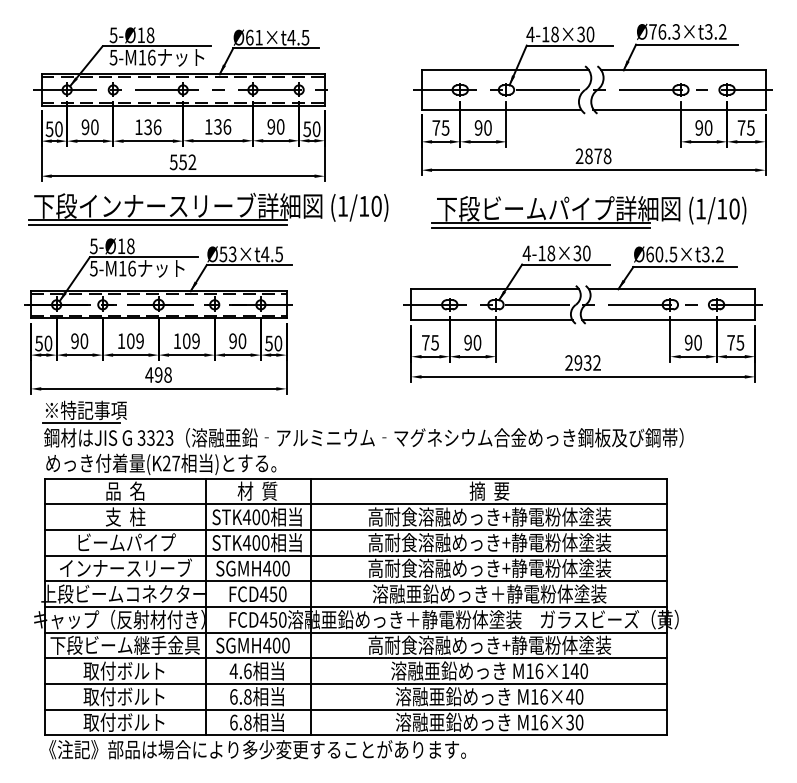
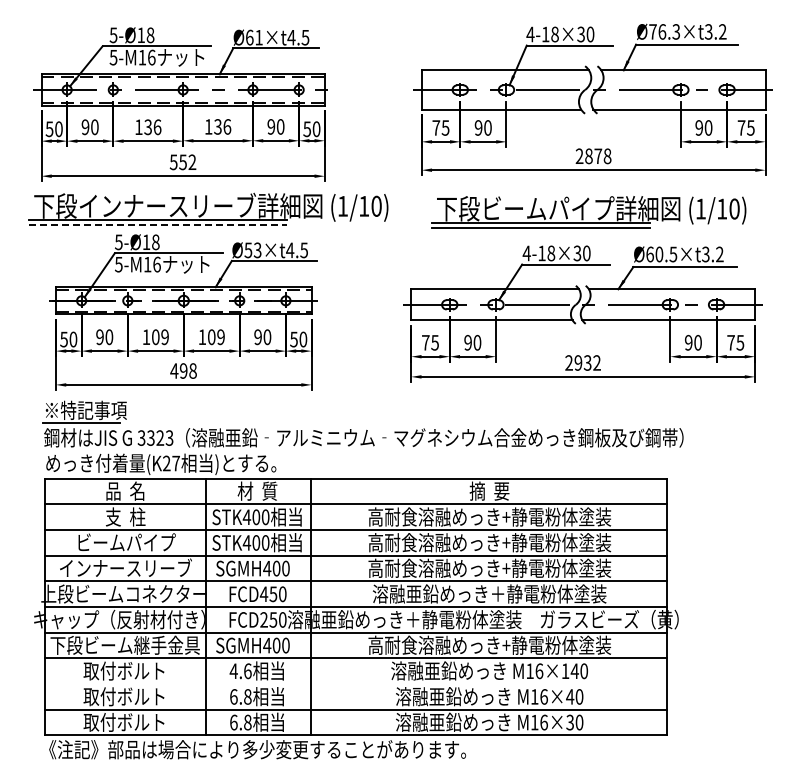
line at (158, 225): solid -> dashed
part at (158, 316) position: (158, 316) -> (183, 312)
text at (263, 619): FCD450 -> FCD250
line at (355, 683): present -> none
